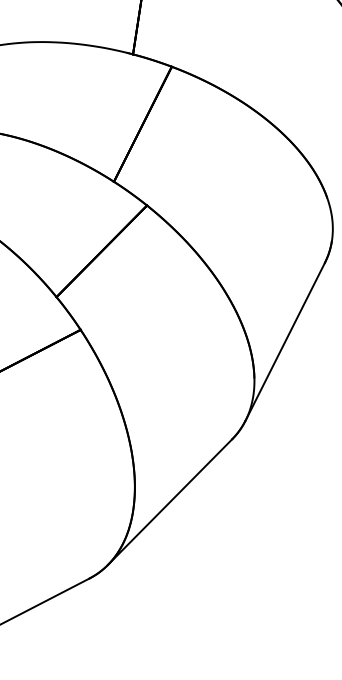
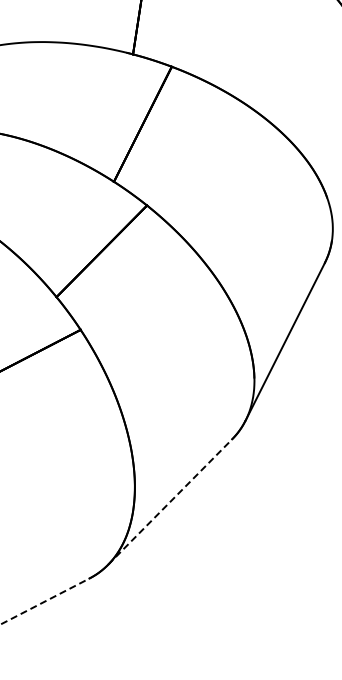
line at (170, 501): solid -> dashed
line at (45, 601): solid -> dashed
